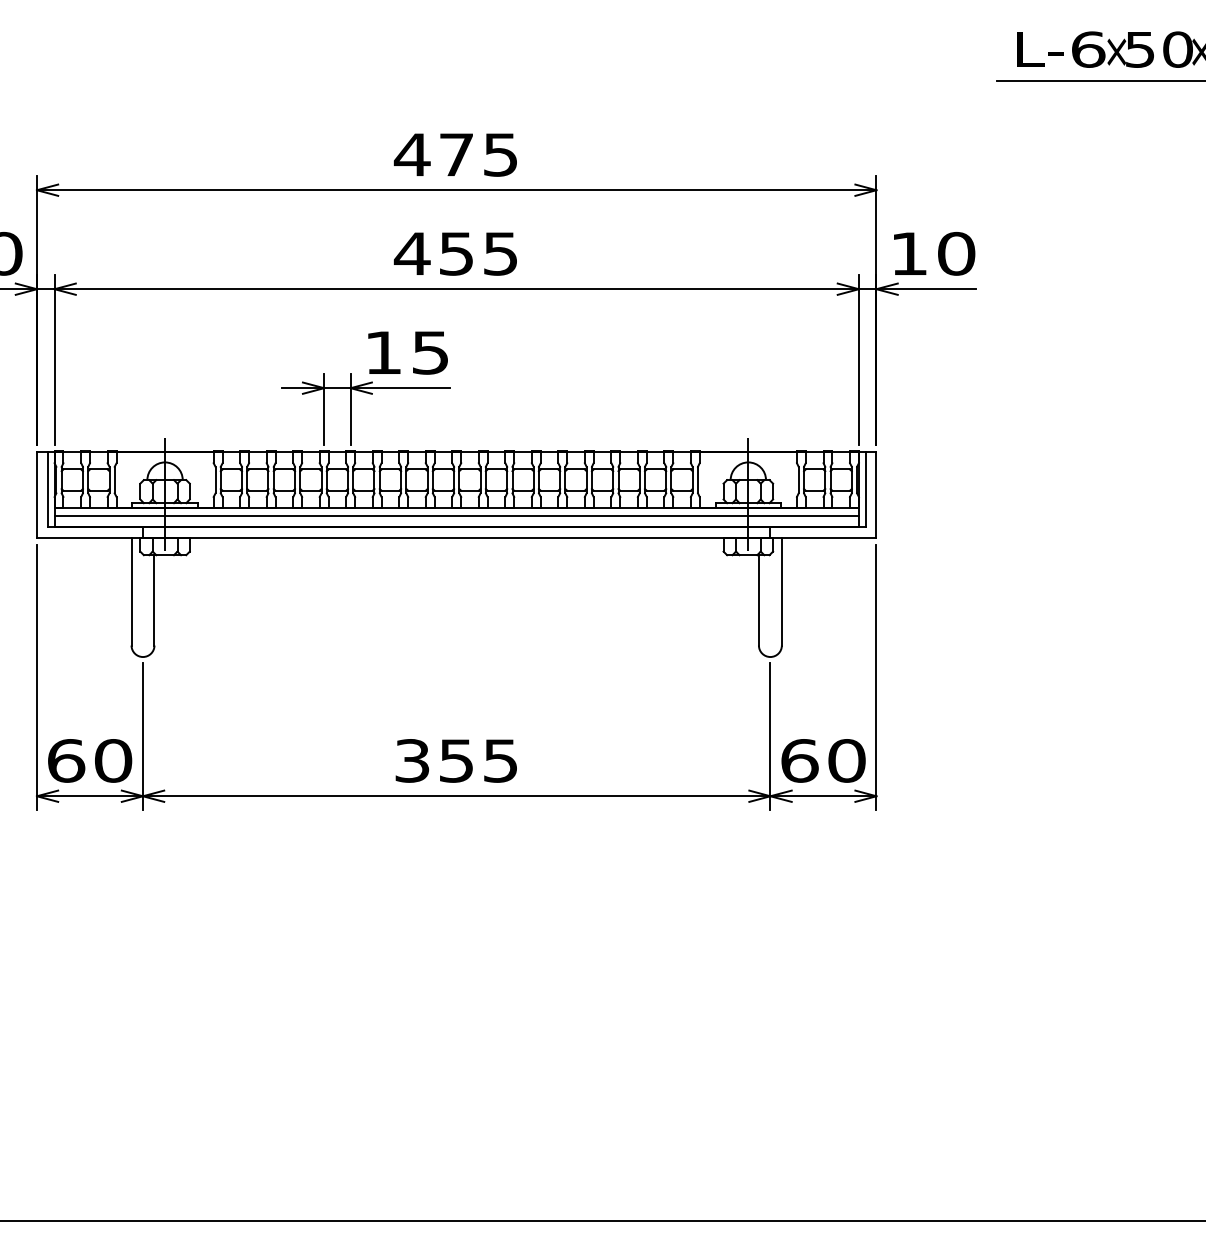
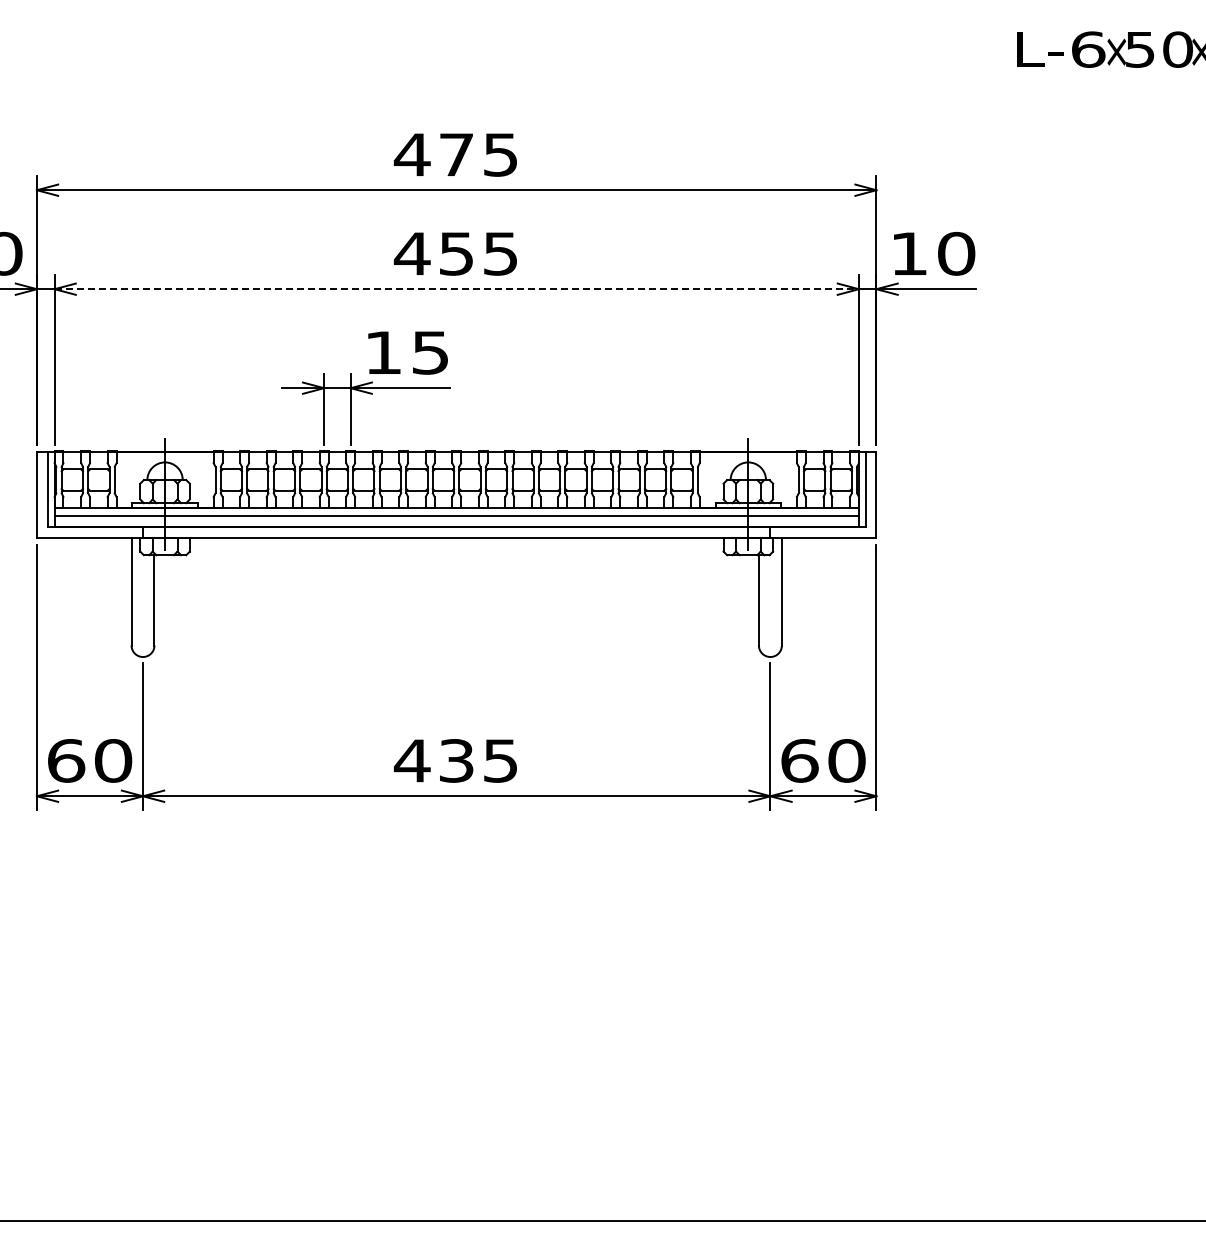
line at (1099, 81): present -> none
line at (457, 289): solid -> dashed
text at (433, 760): 355 -> 435
